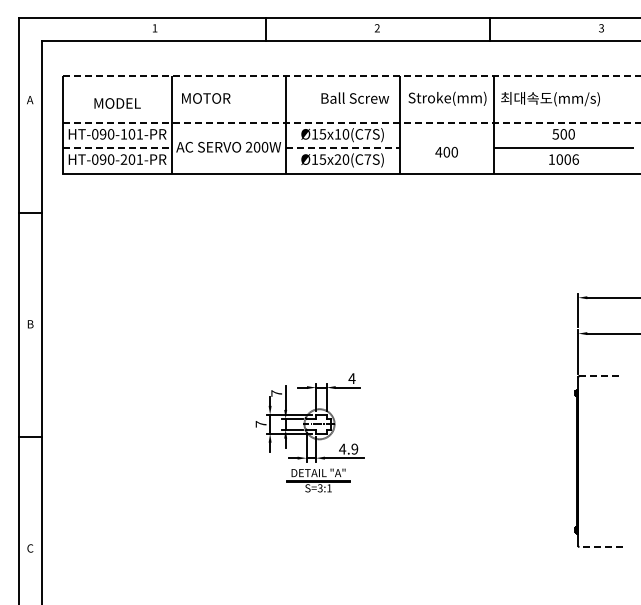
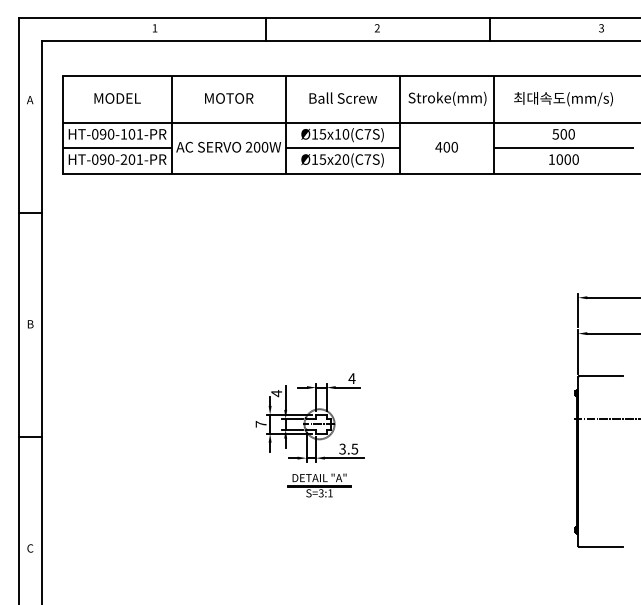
line at (351, 76): dashed -> solid
text at (355, 97) position: (355, 97) -> (343, 97)
text at (206, 98) position: (206, 98) -> (229, 98)
text at (550, 99) position: (550, 99) -> (563, 99)
text at (117, 103) position: (117, 103) -> (117, 98)
line at (351, 123): dashed -> solid
line at (117, 148): dashed -> solid
line at (343, 148): dashed -> solid
text at (446, 152) position: (446, 152) -> (446, 147)
text at (575, 159): 1006 -> 1000
line at (601, 376): dashed -> solid
text at (276, 393): 7 -> 4
line at (605, 418): none -> present
text at (348, 448): 4.9 -> 3.5
part at (318, 480) position: (318, 480) -> (319, 485)
line at (601, 547): dashed -> solid
